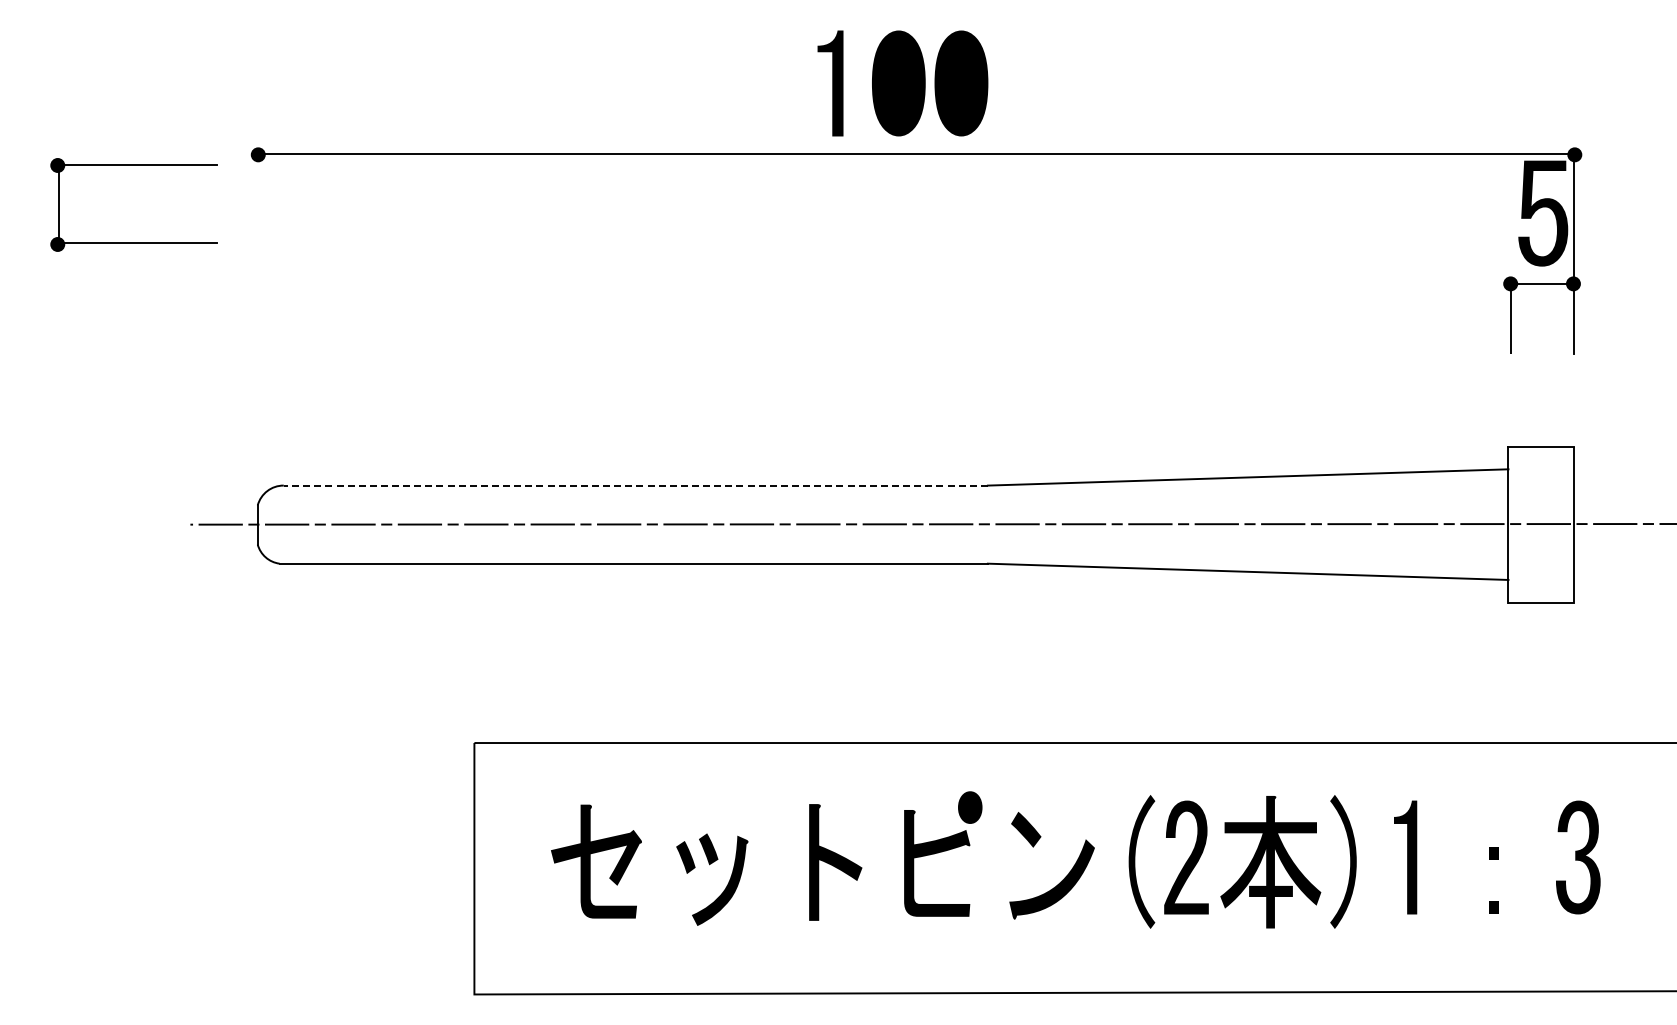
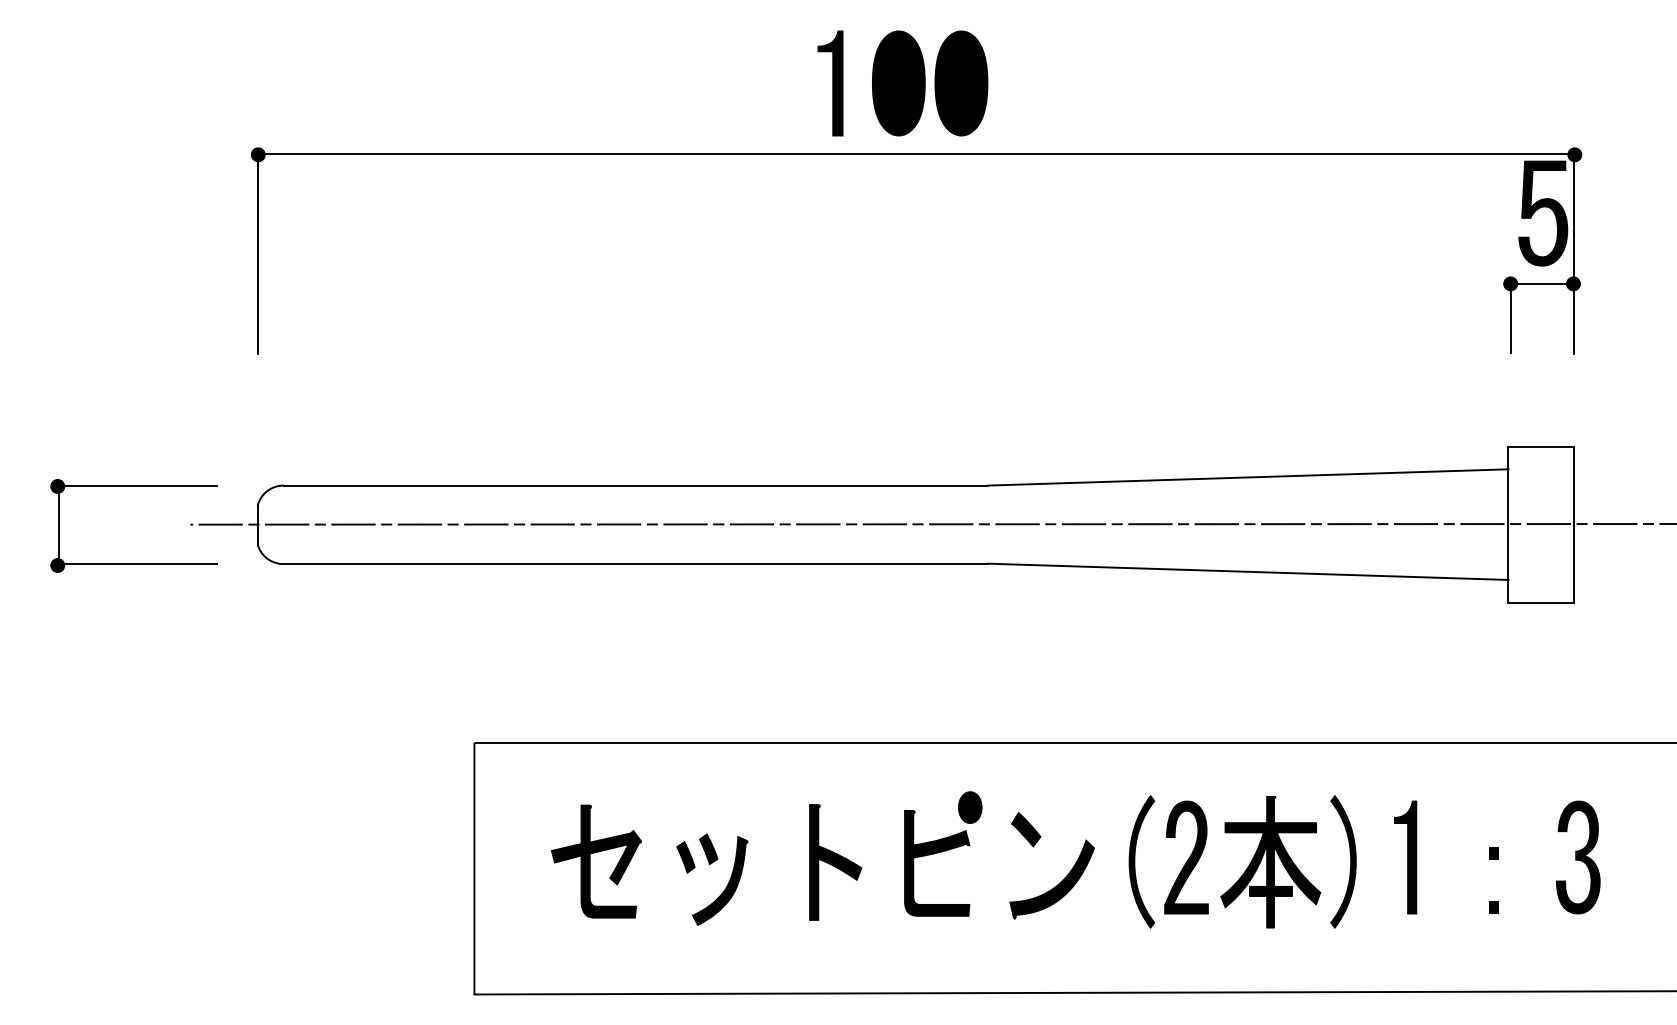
part at (133, 242) position: (133, 242) -> (133, 563)
line at (257, 253): none -> present
line at (635, 485): dashed -> solid
